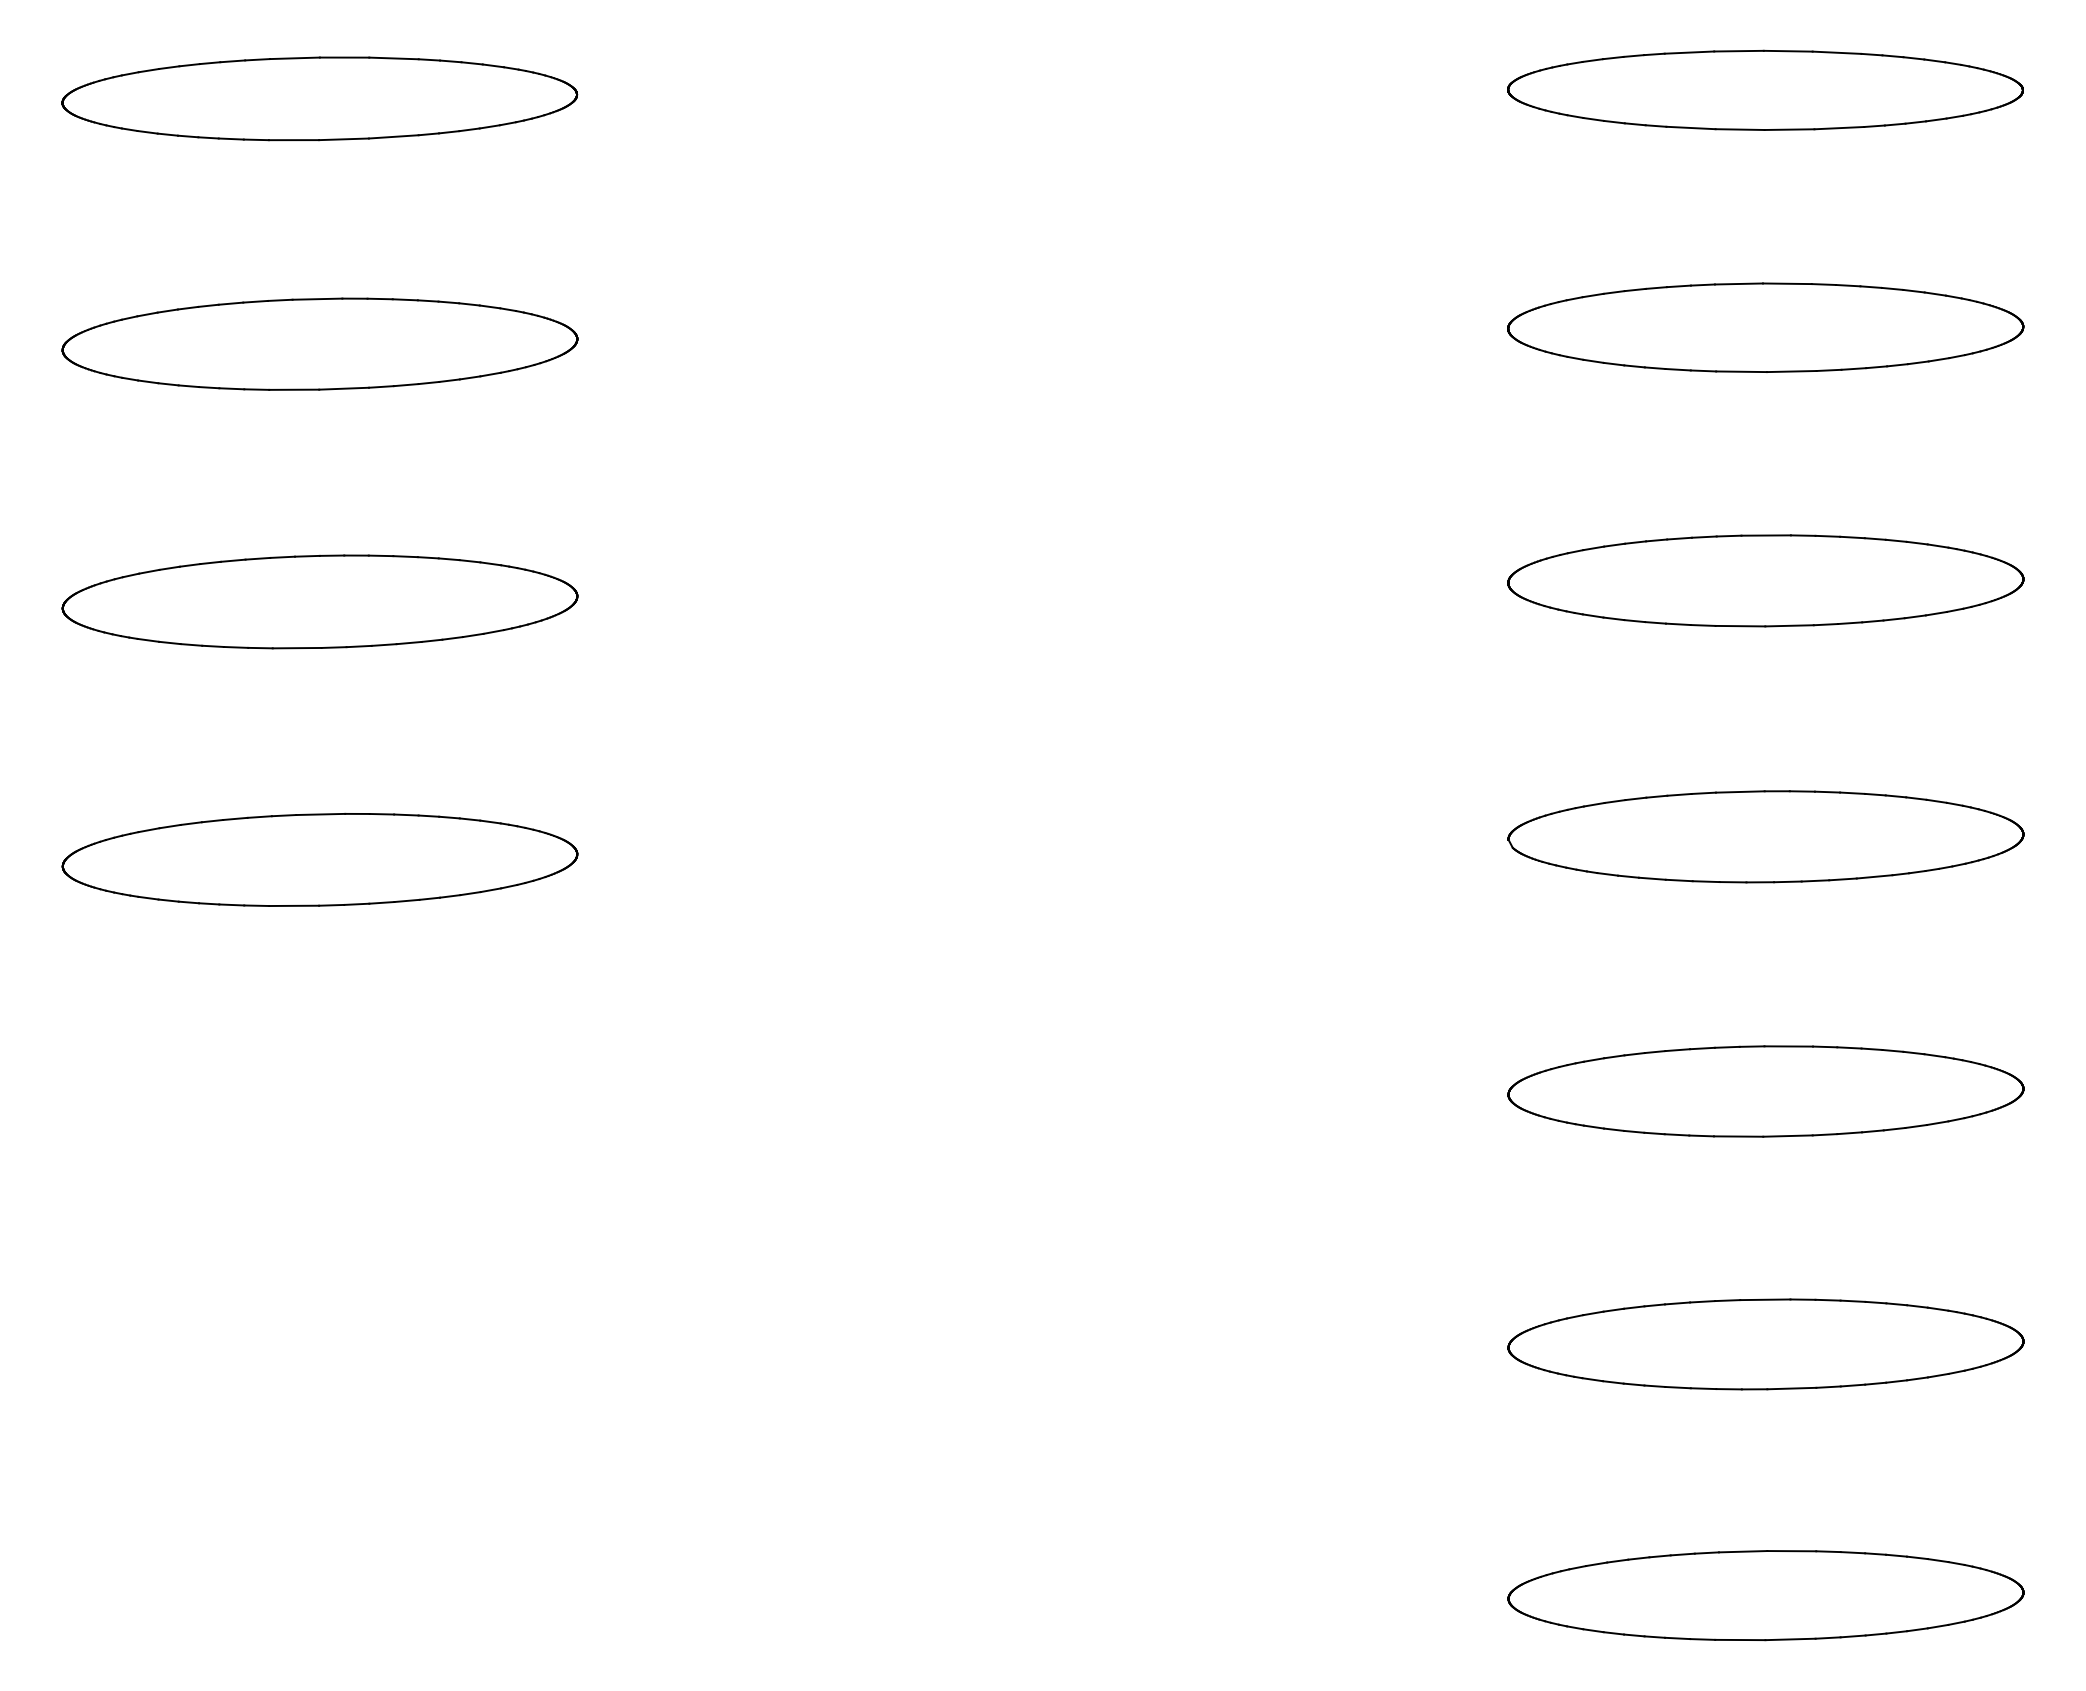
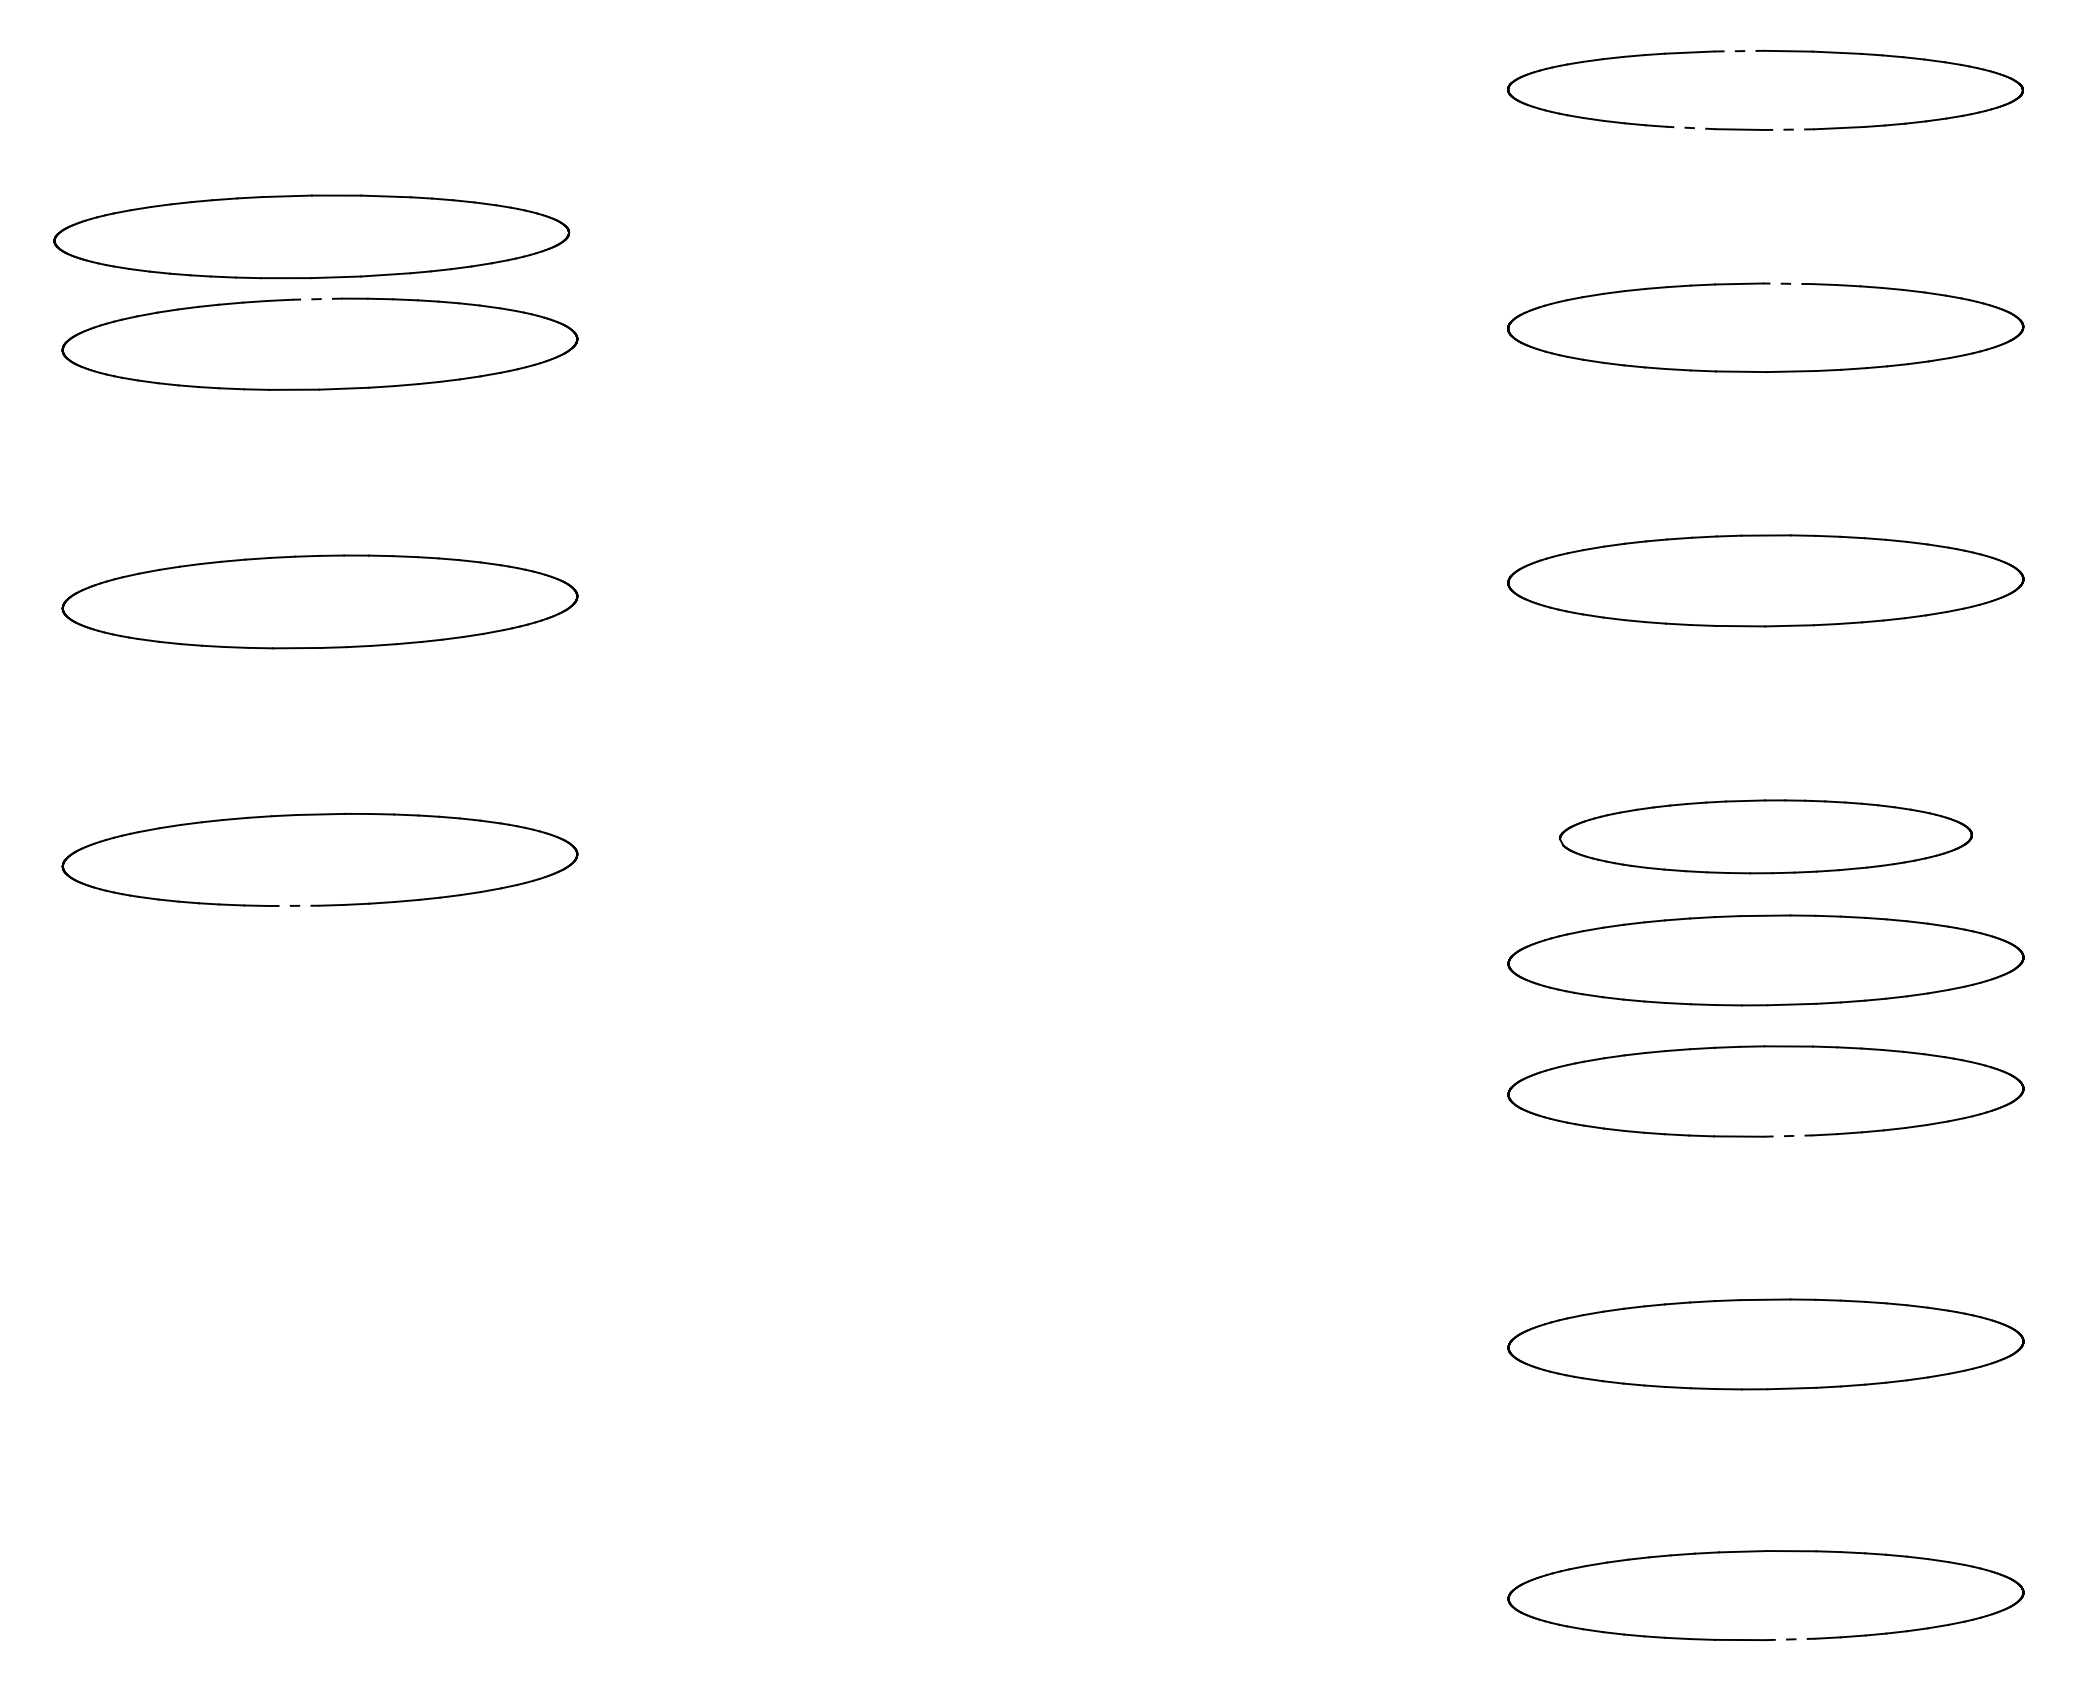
line at (1739, 51): solid -> dashed
part at (319, 98) position: (319, 98) -> (311, 236)
line at (1691, 128): solid -> dashed
line at (1789, 129): solid -> dashed
line at (1786, 283): solid -> dashed
line at (317, 299): solid -> dashed
part at (1765, 836) size: 518x94 px -> 414x76 px
line at (294, 905): solid -> dashed
part at (1765, 960): none -> present
line at (1787, 1136): solid -> dashed
line at (1791, 1639): solid -> dashed
